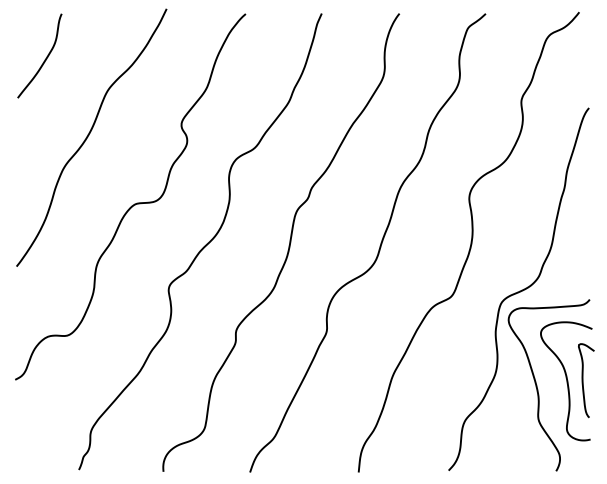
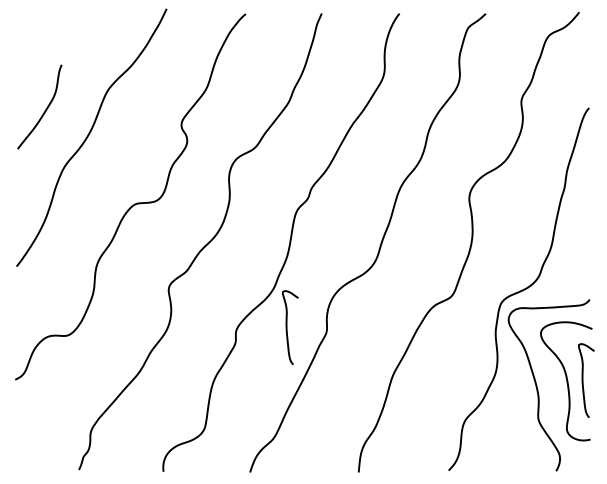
curve at (44, 59) position: (44, 59) -> (44, 110)
curve at (287, 327): none -> present
